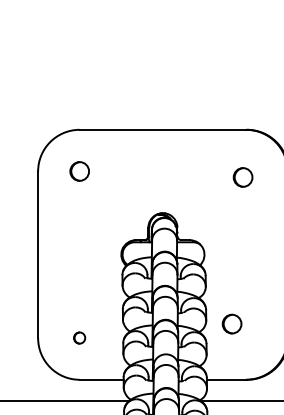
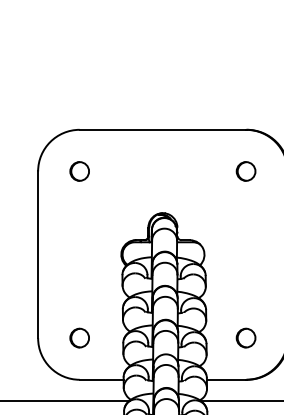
part at (242, 177) position: (242, 177) -> (245, 171)
part at (231, 323) position: (231, 323) -> (245, 337)
part at (79, 337) size: 14x14 px -> 21x22 px
